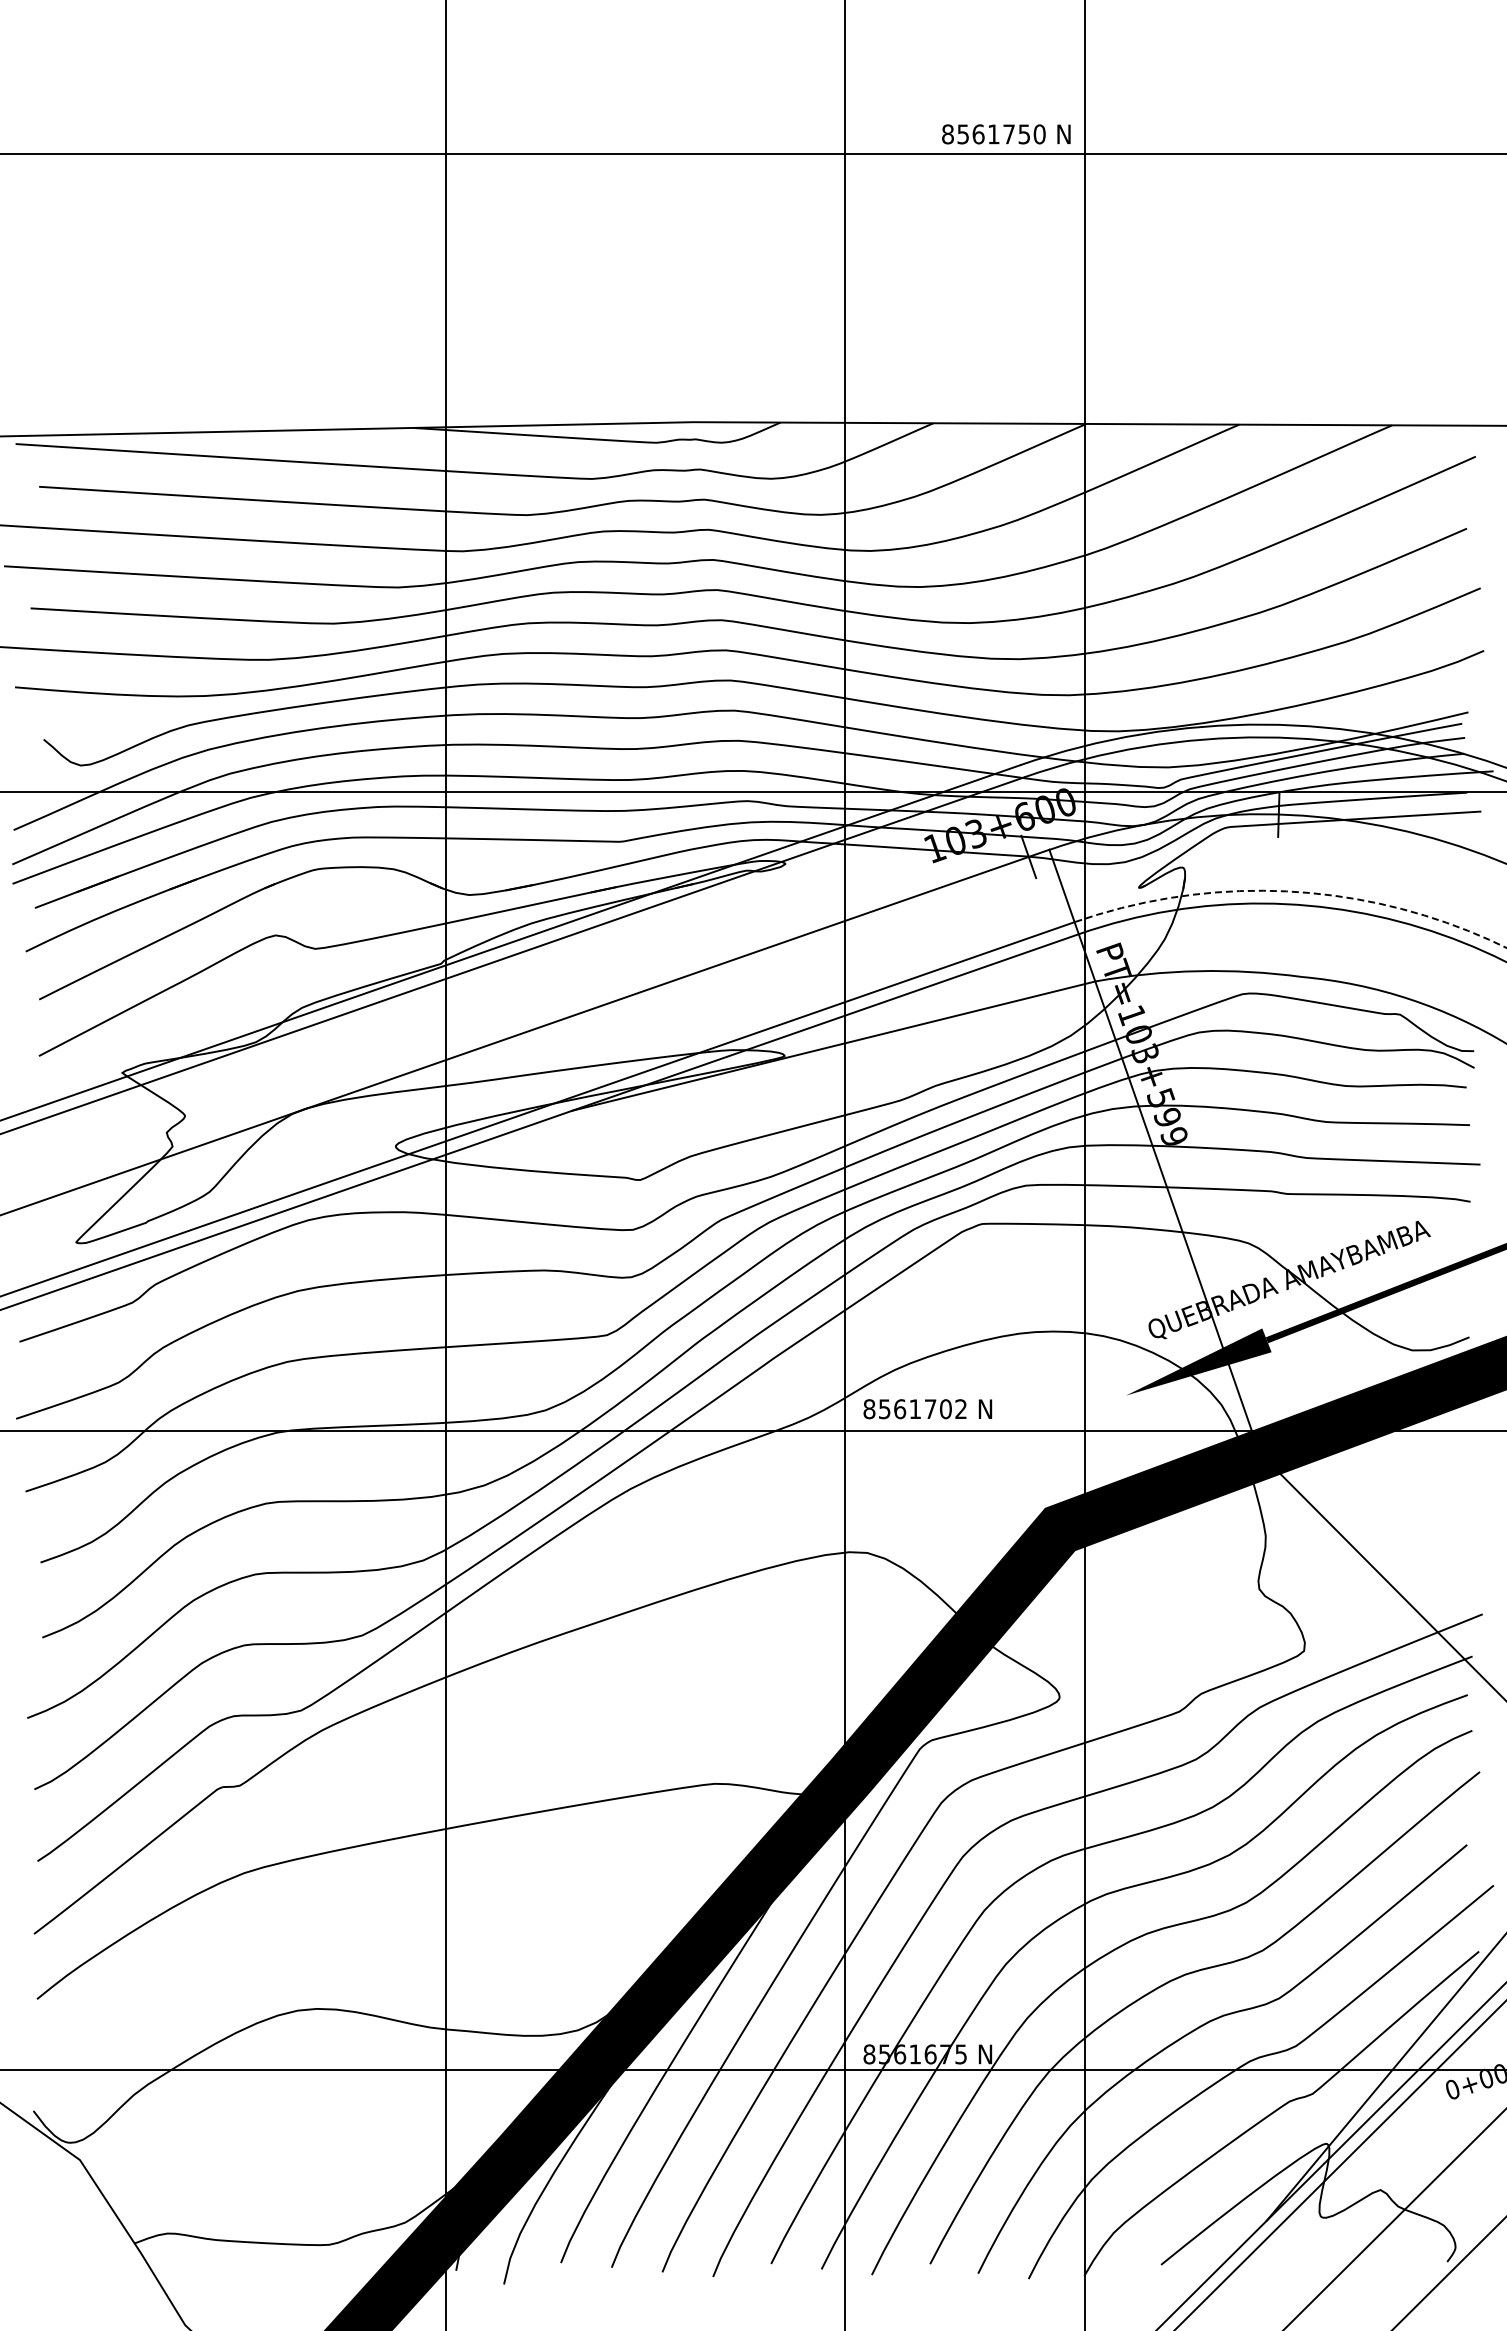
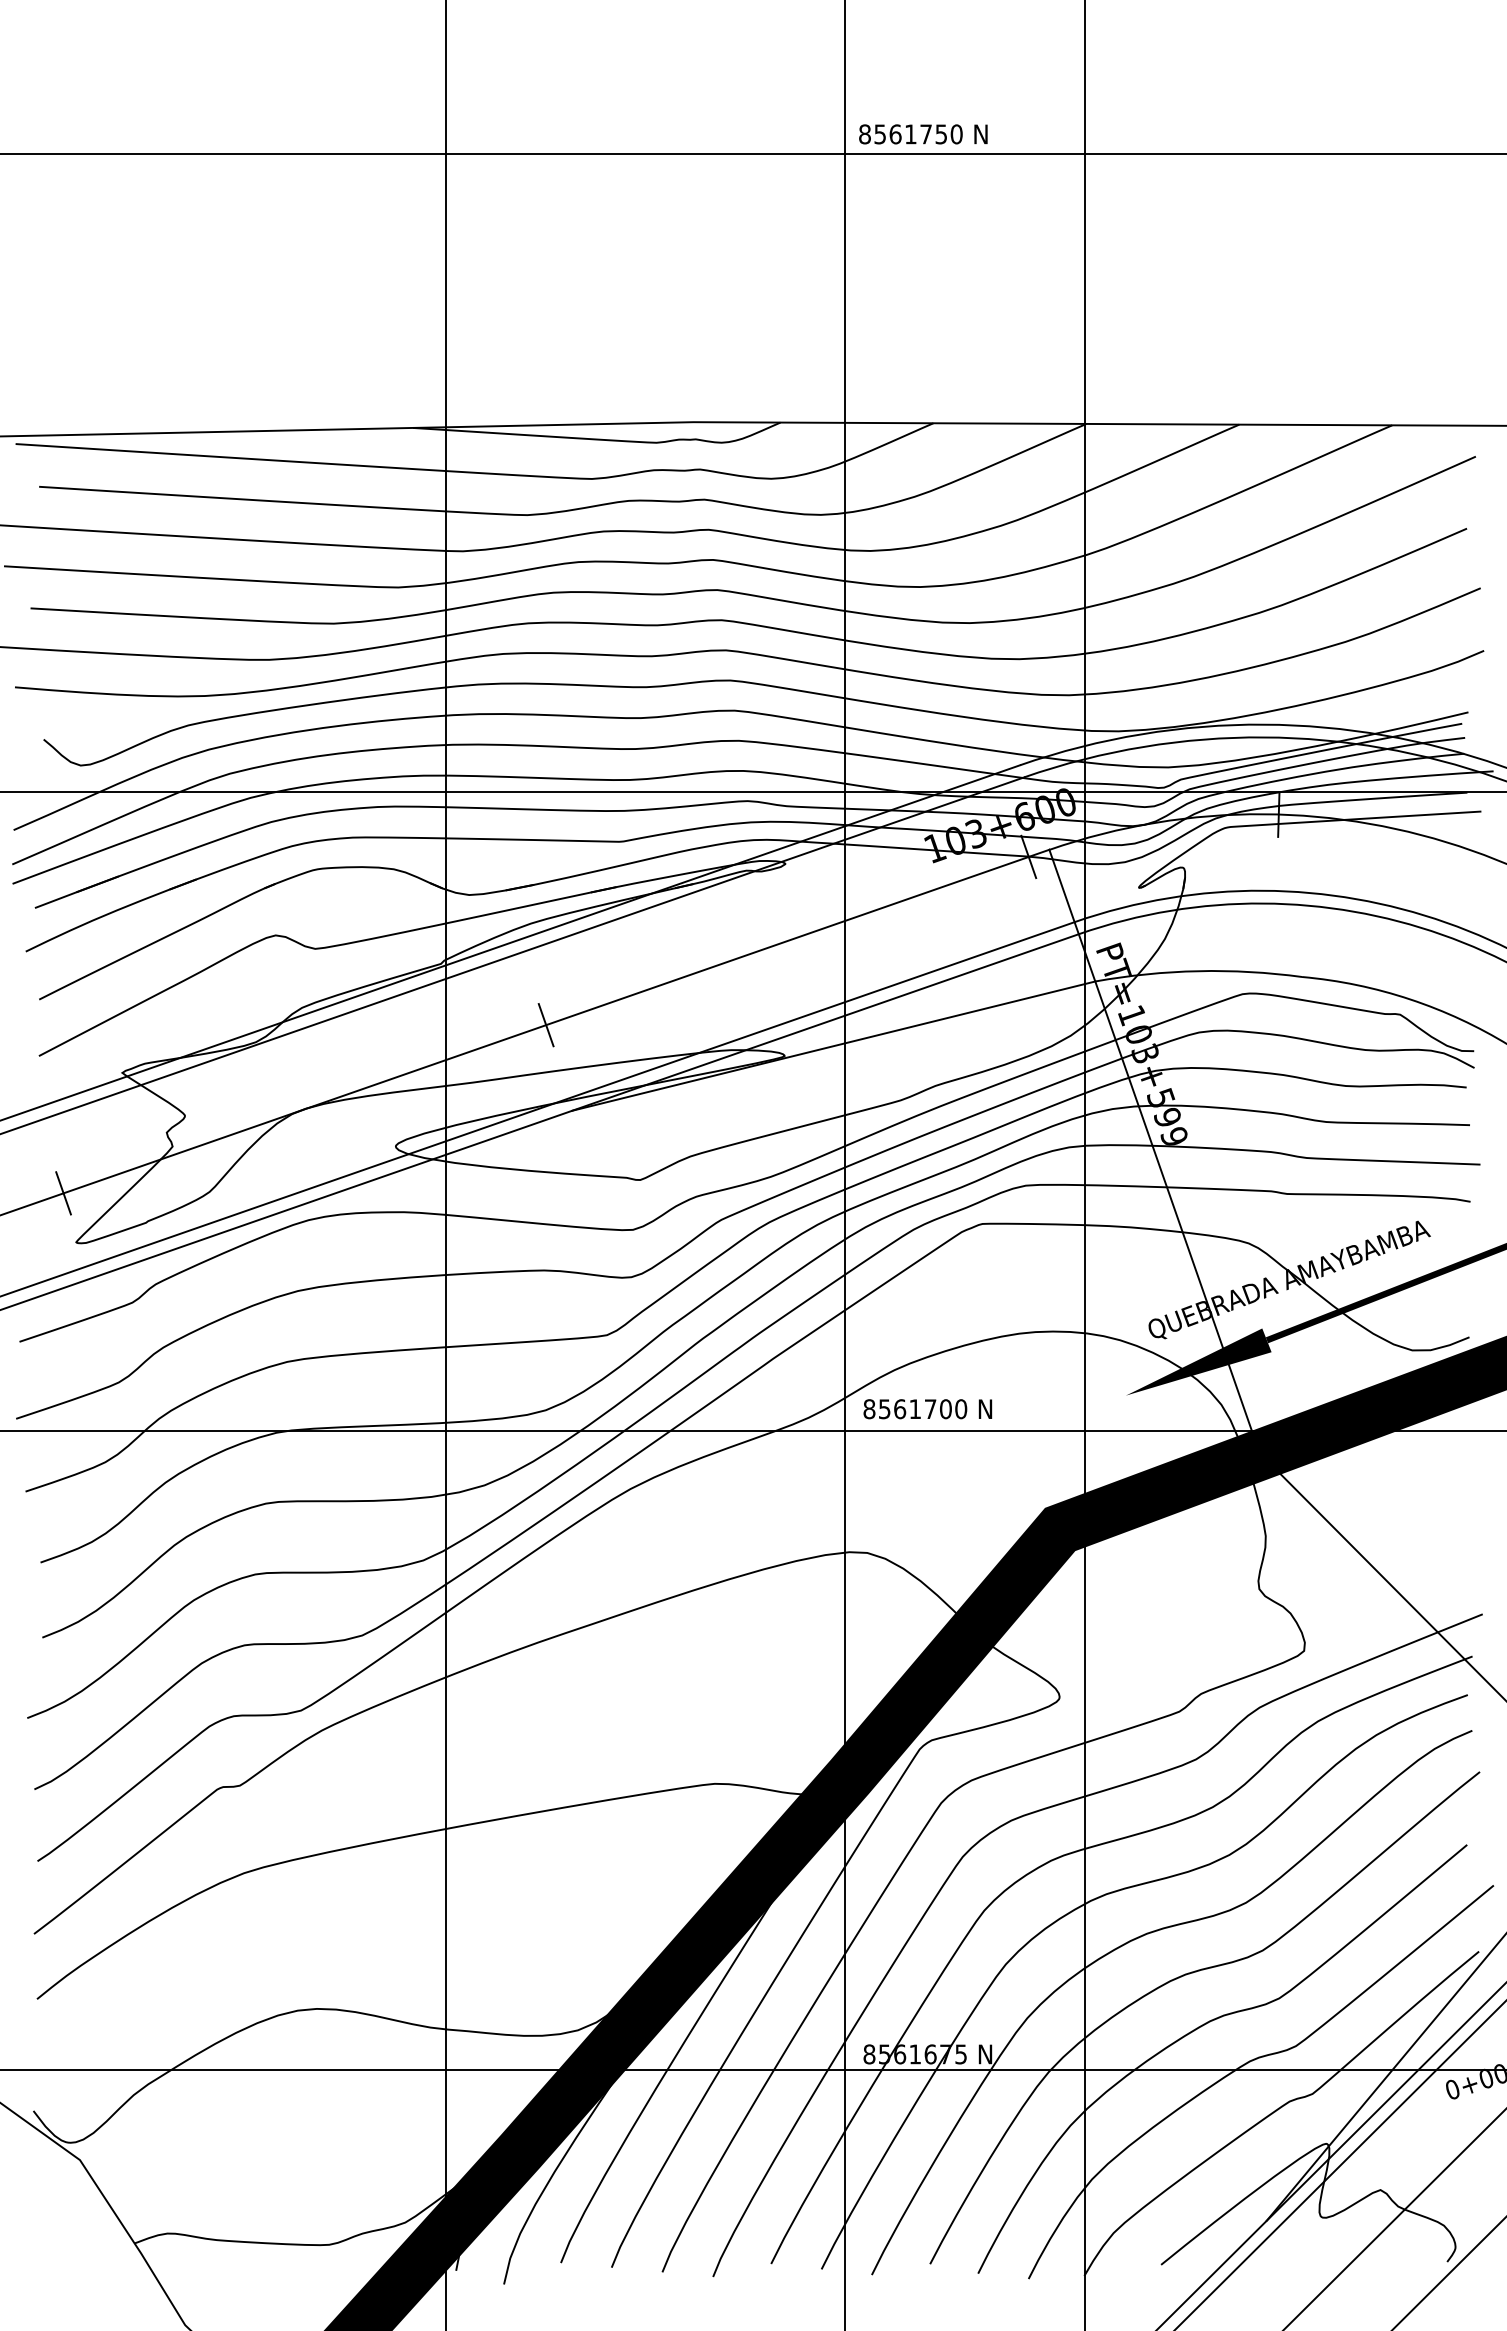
text at (1006, 134) position: (1006, 134) -> (923, 134)
arc at (1293, 891): dashed -> solid
line at (545, 1025): none -> present
line at (63, 1193): none -> present
text at (961, 1409): 8561702 -> 8561700
